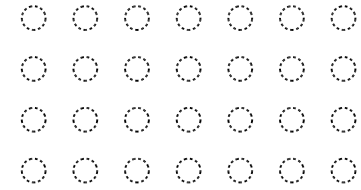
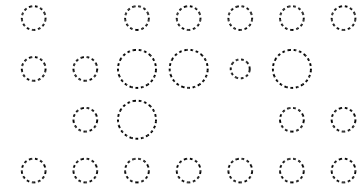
circle at (85, 17): present -> none
circle at (136, 68) diameter: 24 px -> 38 px
circle at (188, 68) size: 27x26 px -> 41x40 px
circle at (239, 68) size: 26x26 px -> 22x22 px
circle at (291, 68) diameter: 24 px -> 38 px
circle at (343, 68): present -> none
circle at (33, 119): present -> none
circle at (136, 119) diameter: 24 px -> 38 px
circle at (188, 119): present -> none
circle at (239, 119): present -> none
